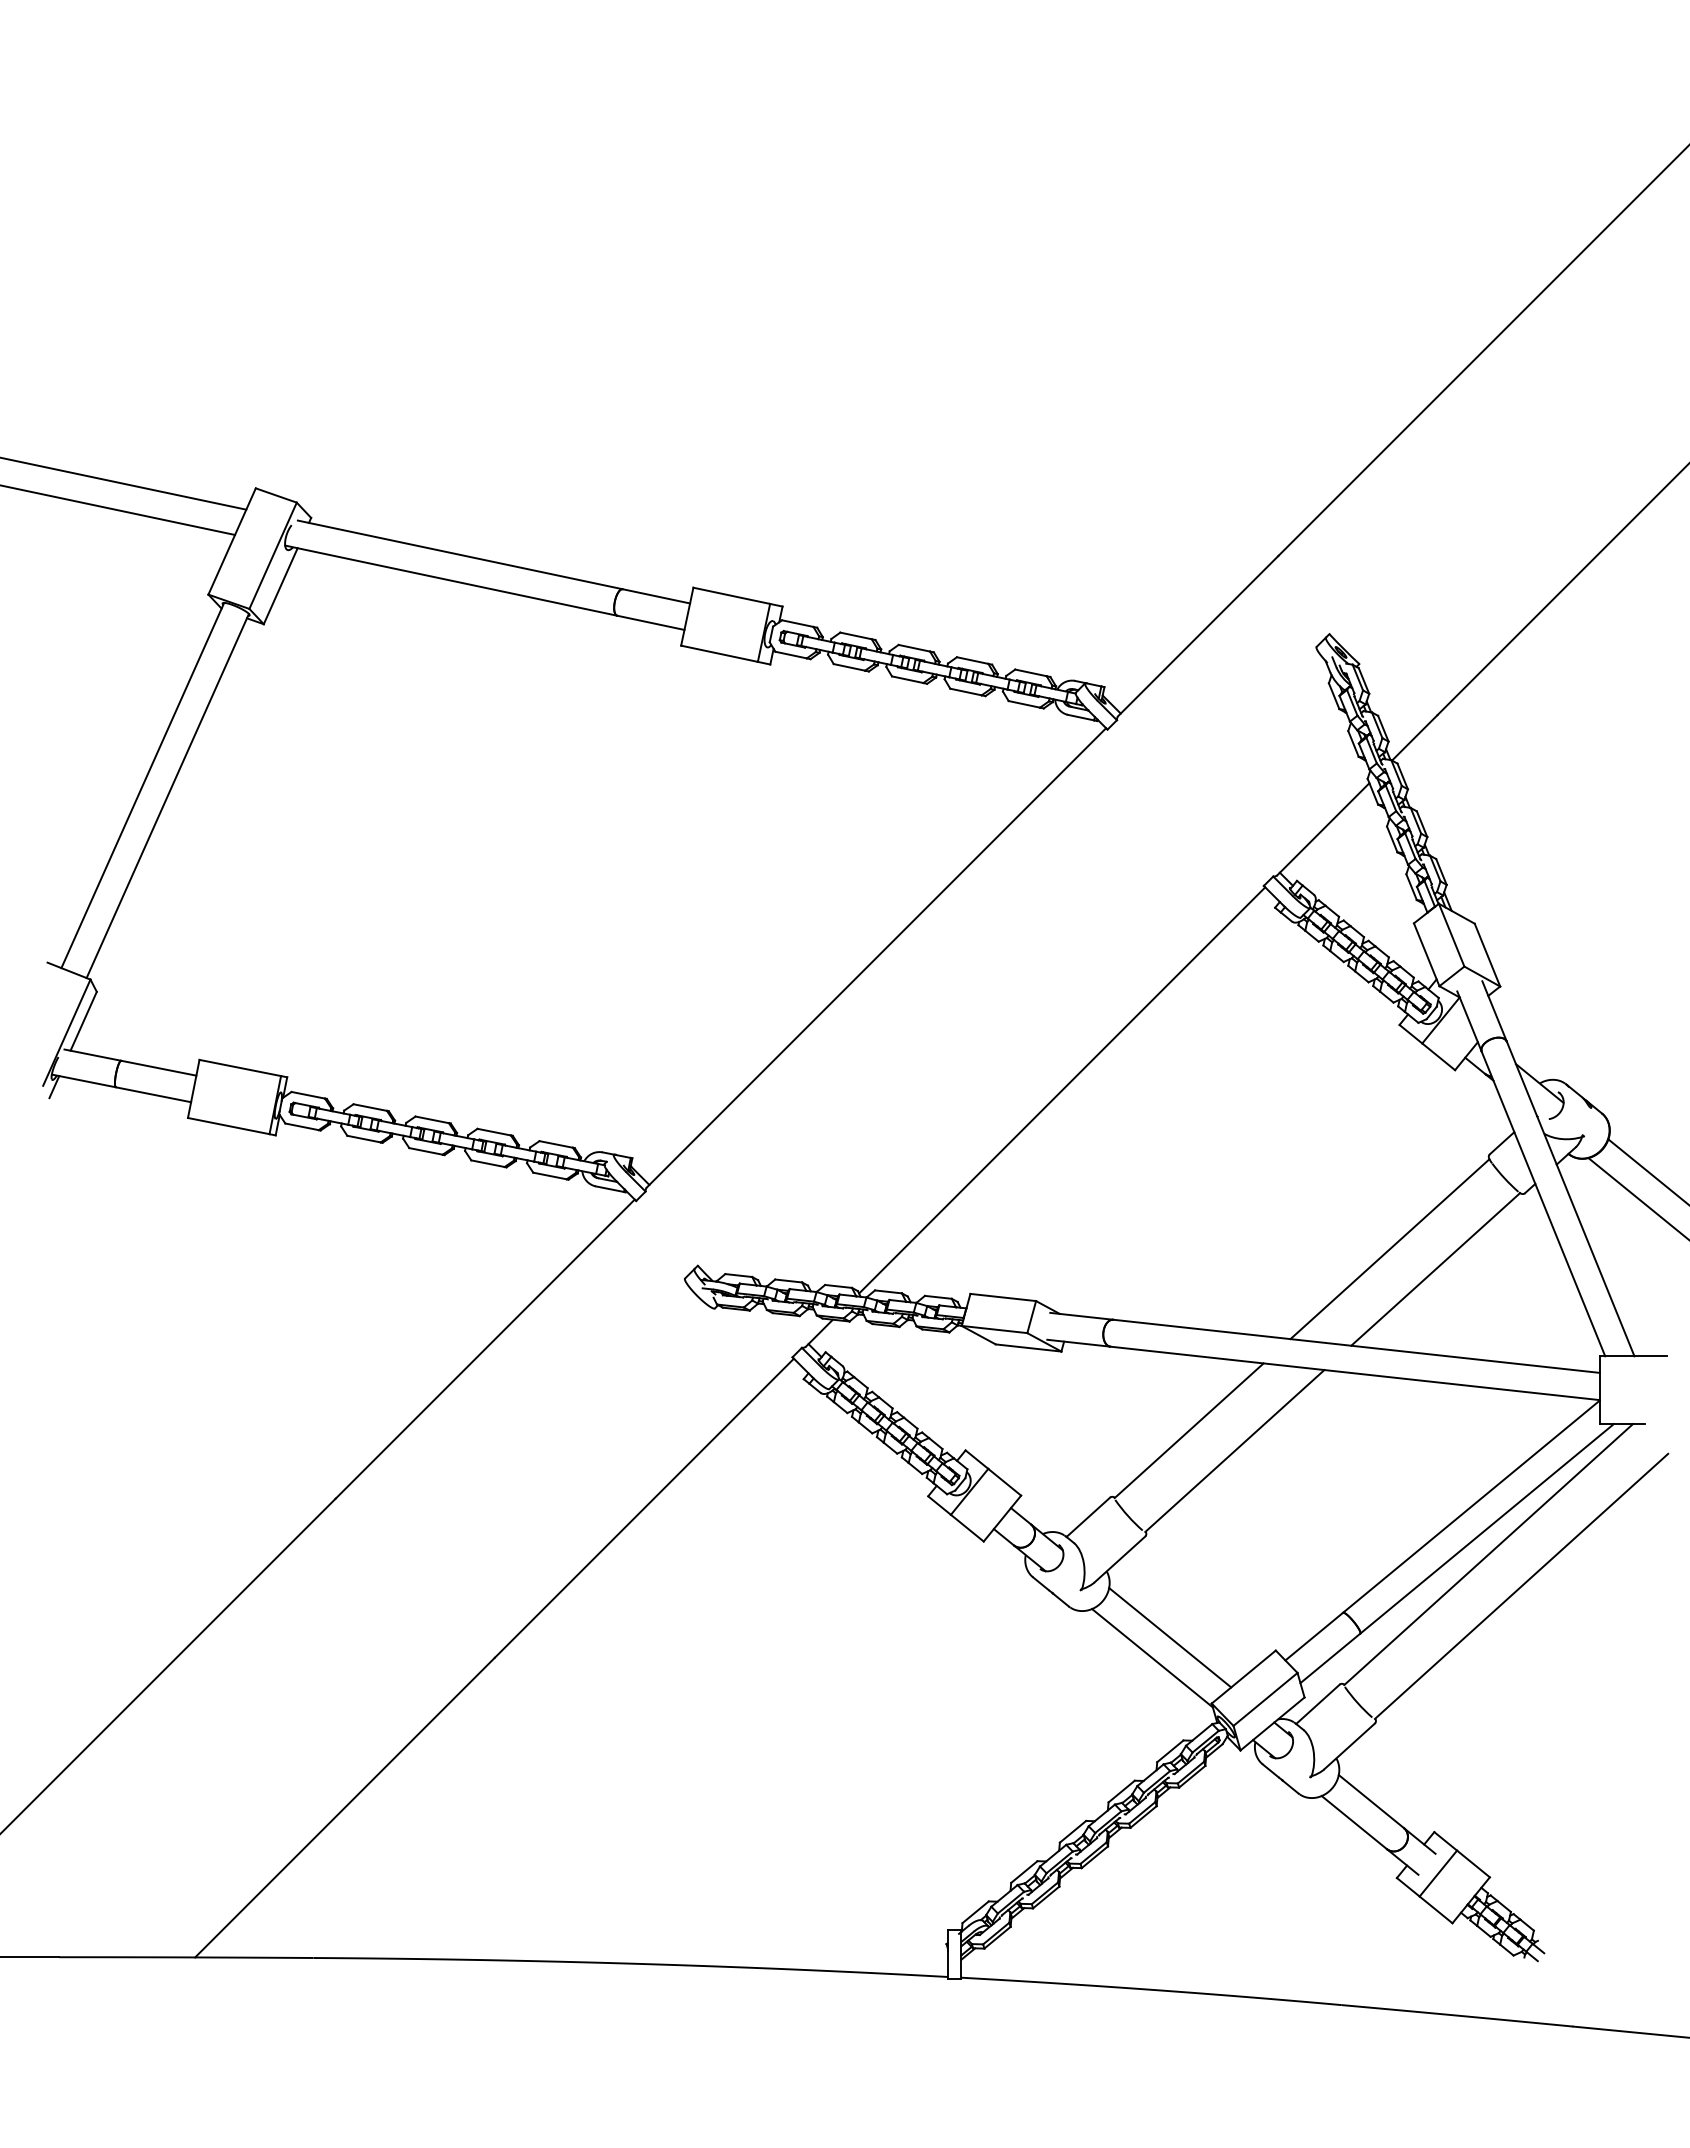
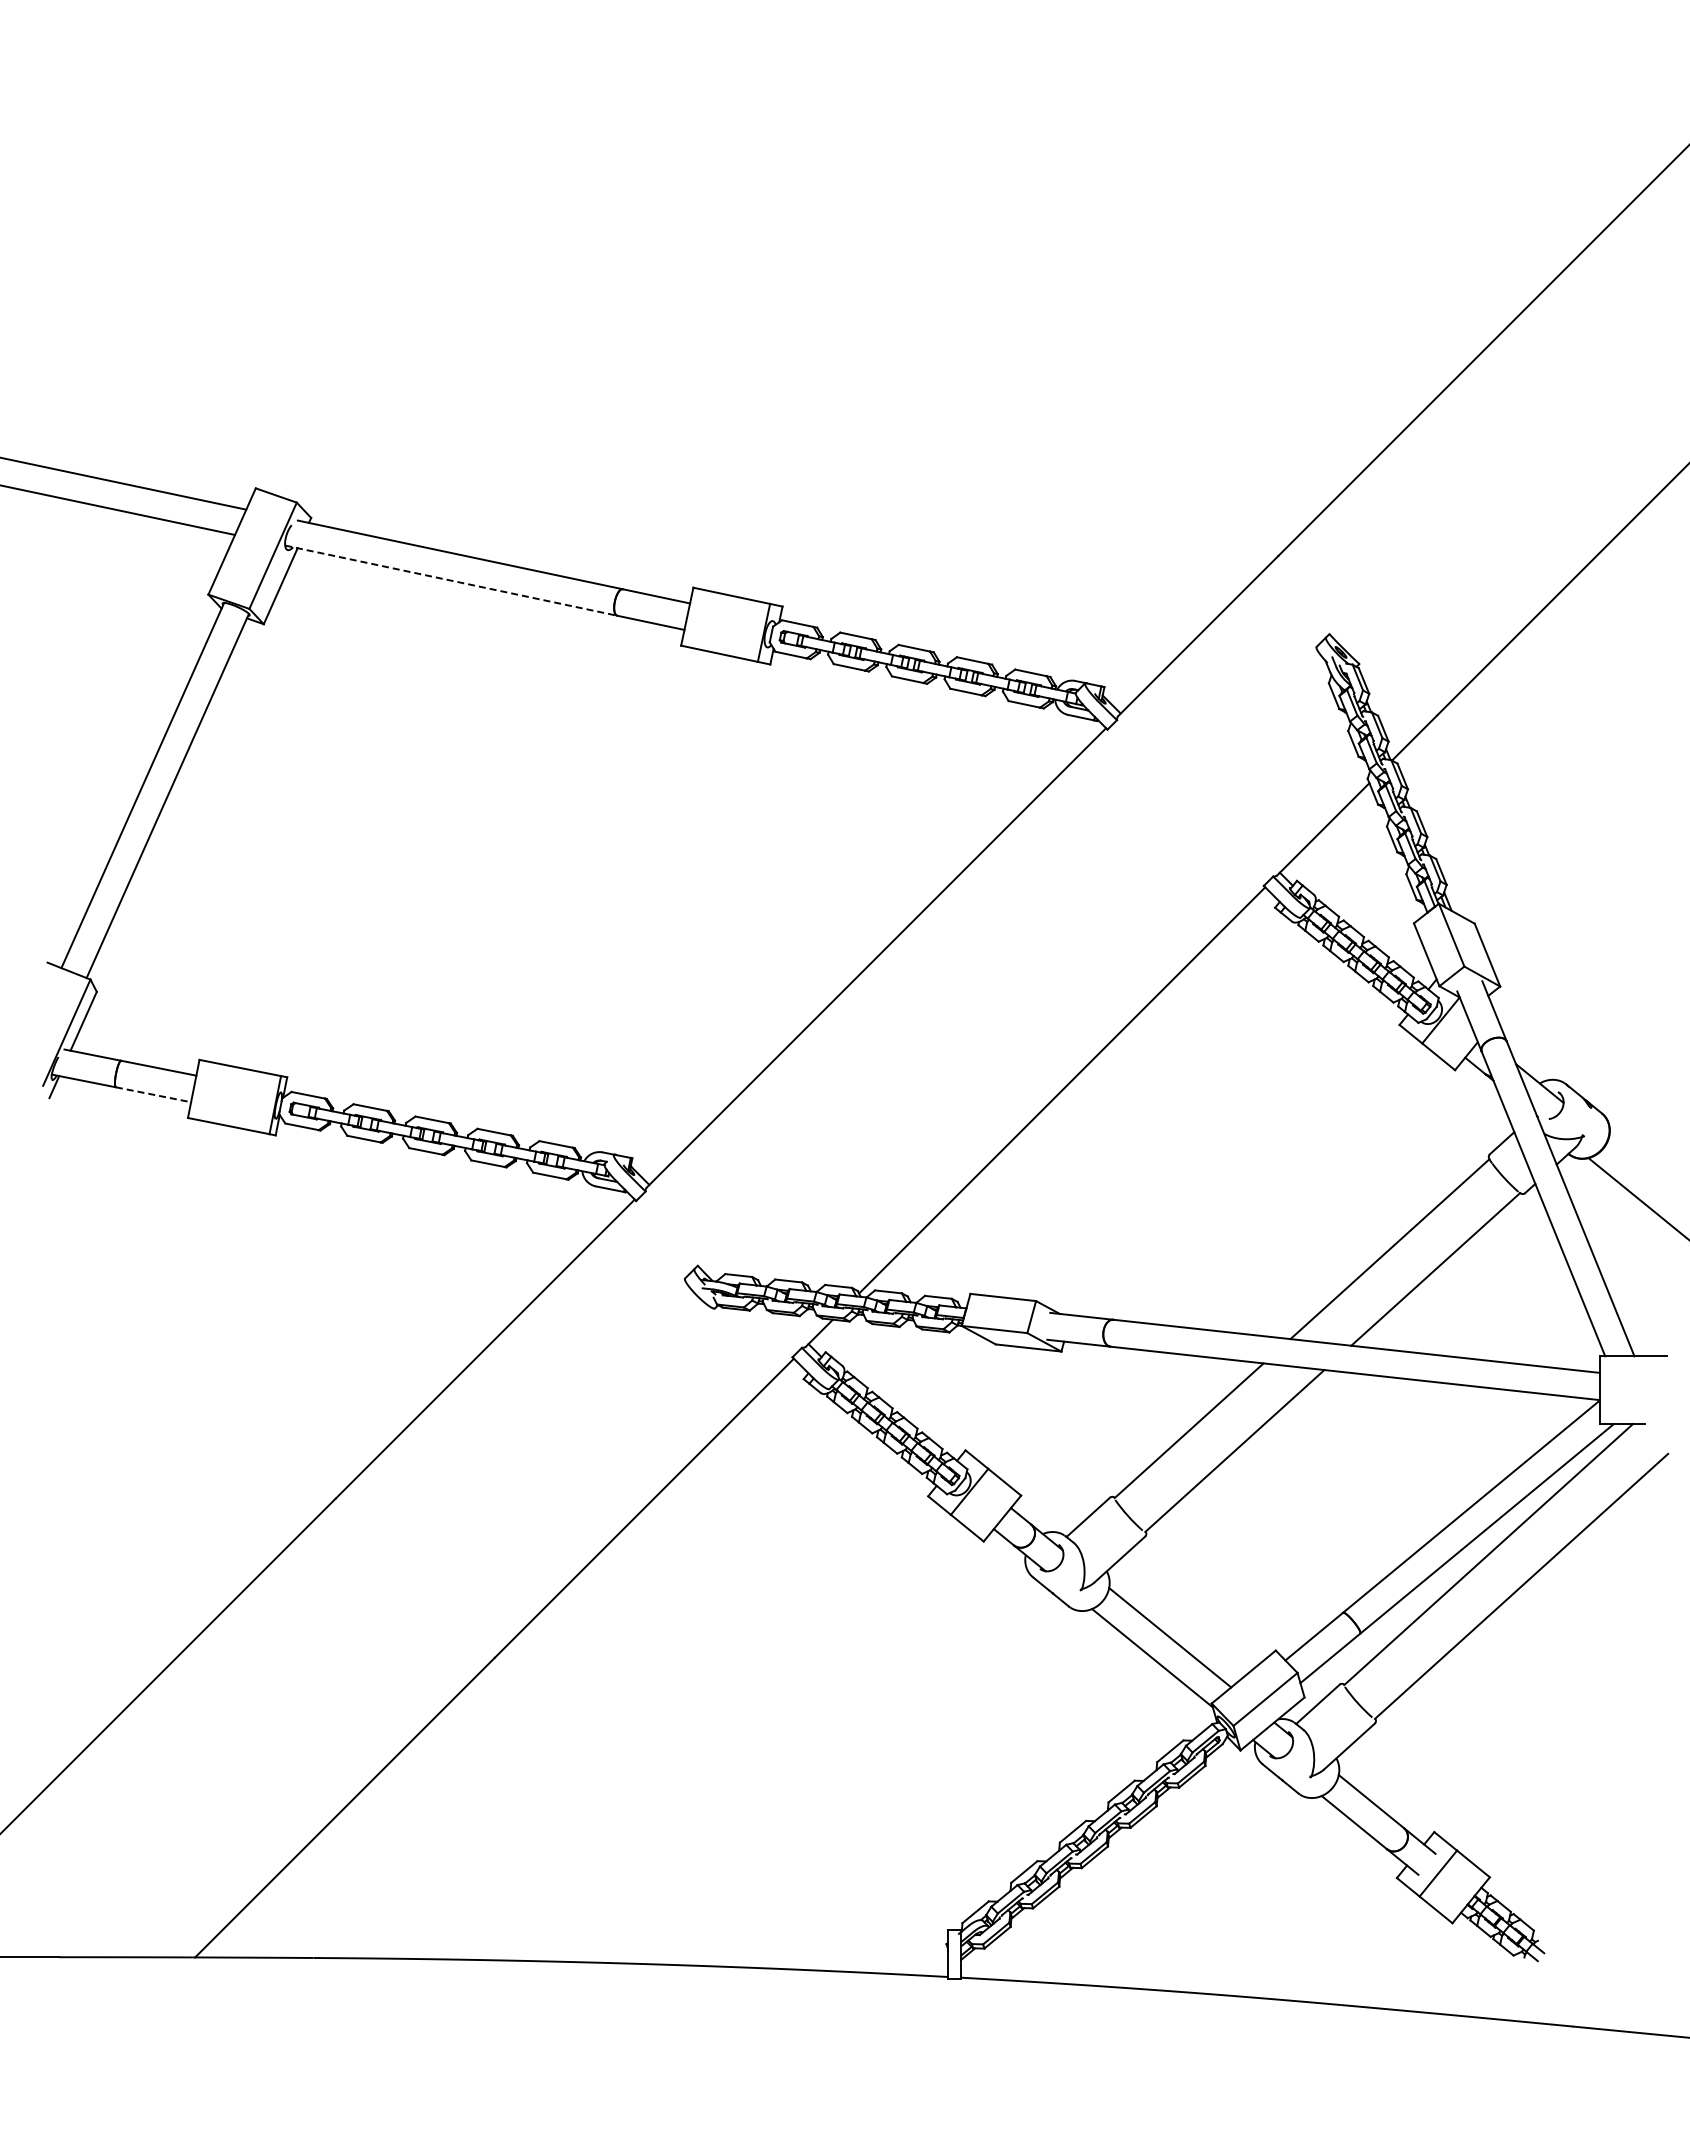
line at (451, 580): solid -> dashed
line at (154, 1094): solid -> dashed
line at (1647, 1171): present -> none
